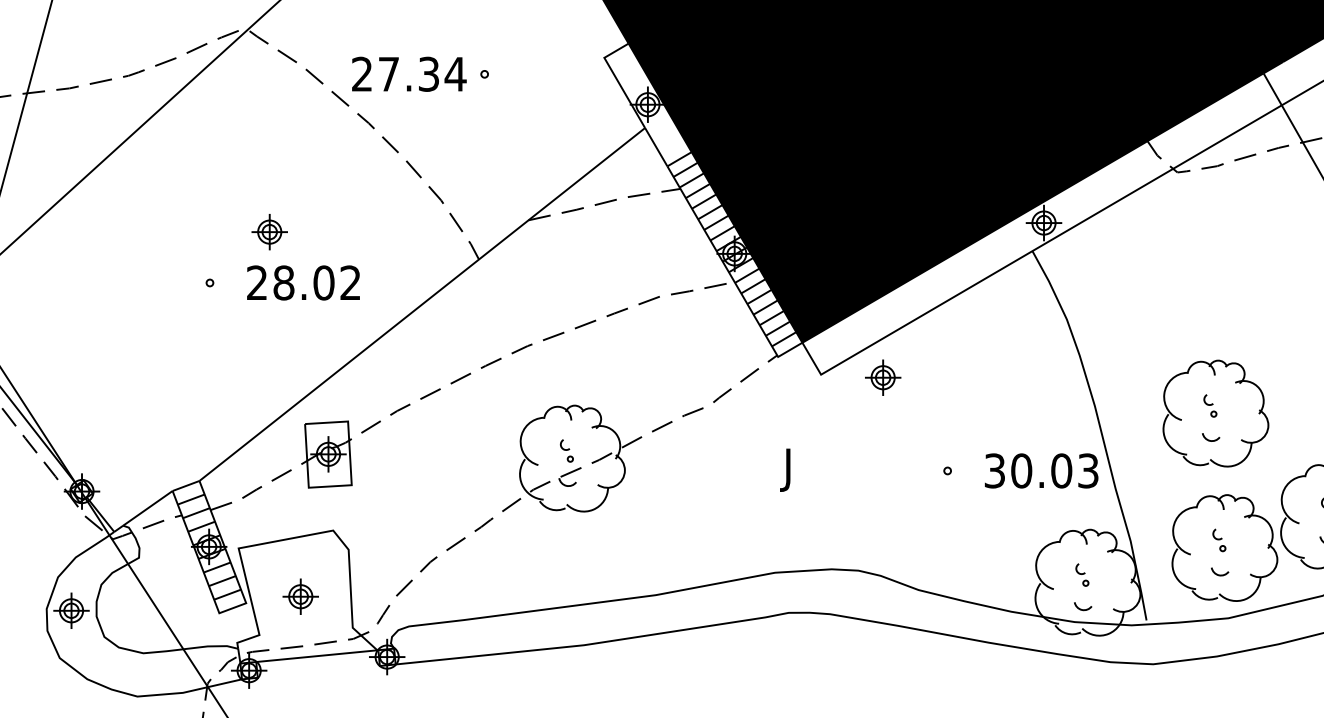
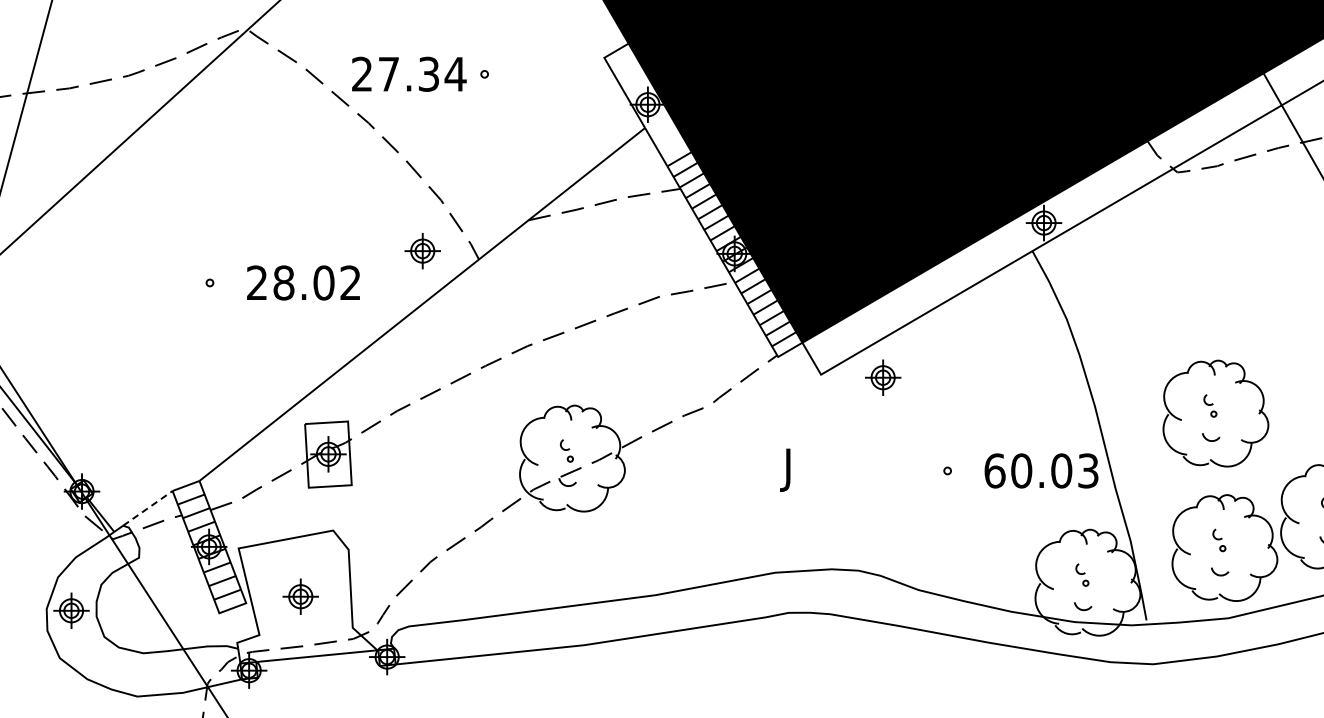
part at (269, 232) position: (269, 232) -> (422, 251)
text at (994, 470): 30.03 -> 60.03
line at (148, 508): solid -> dashed
